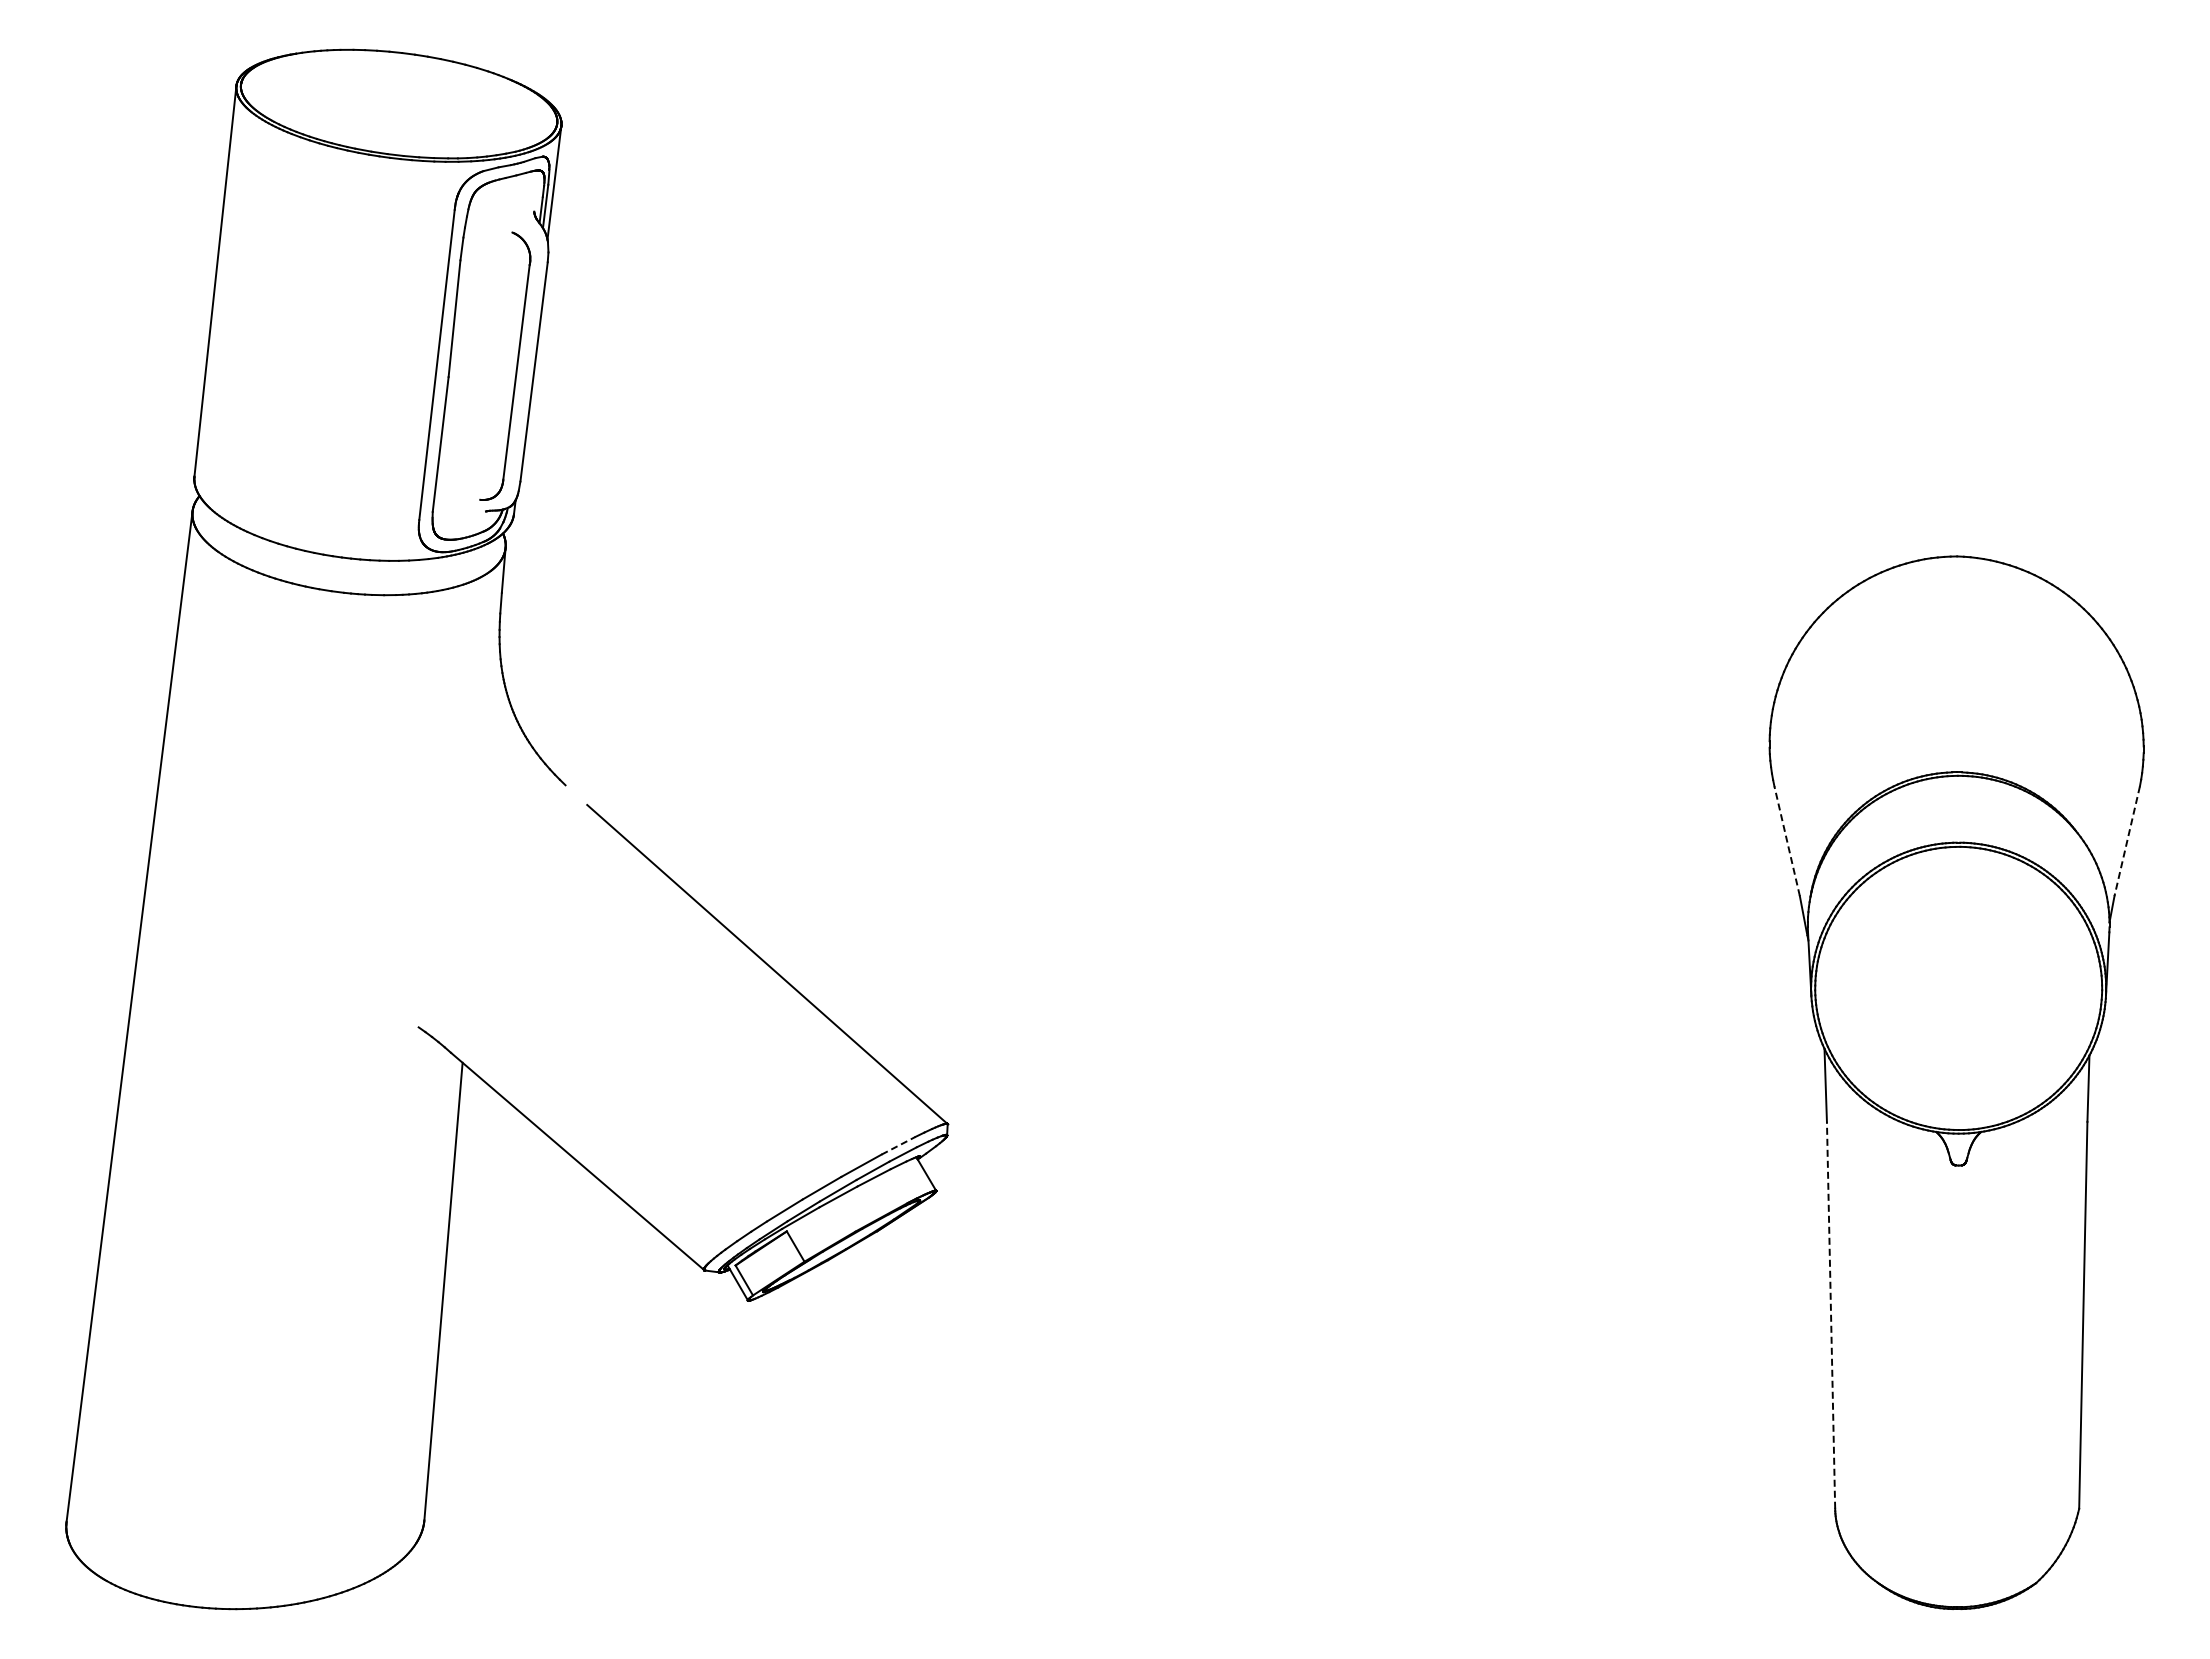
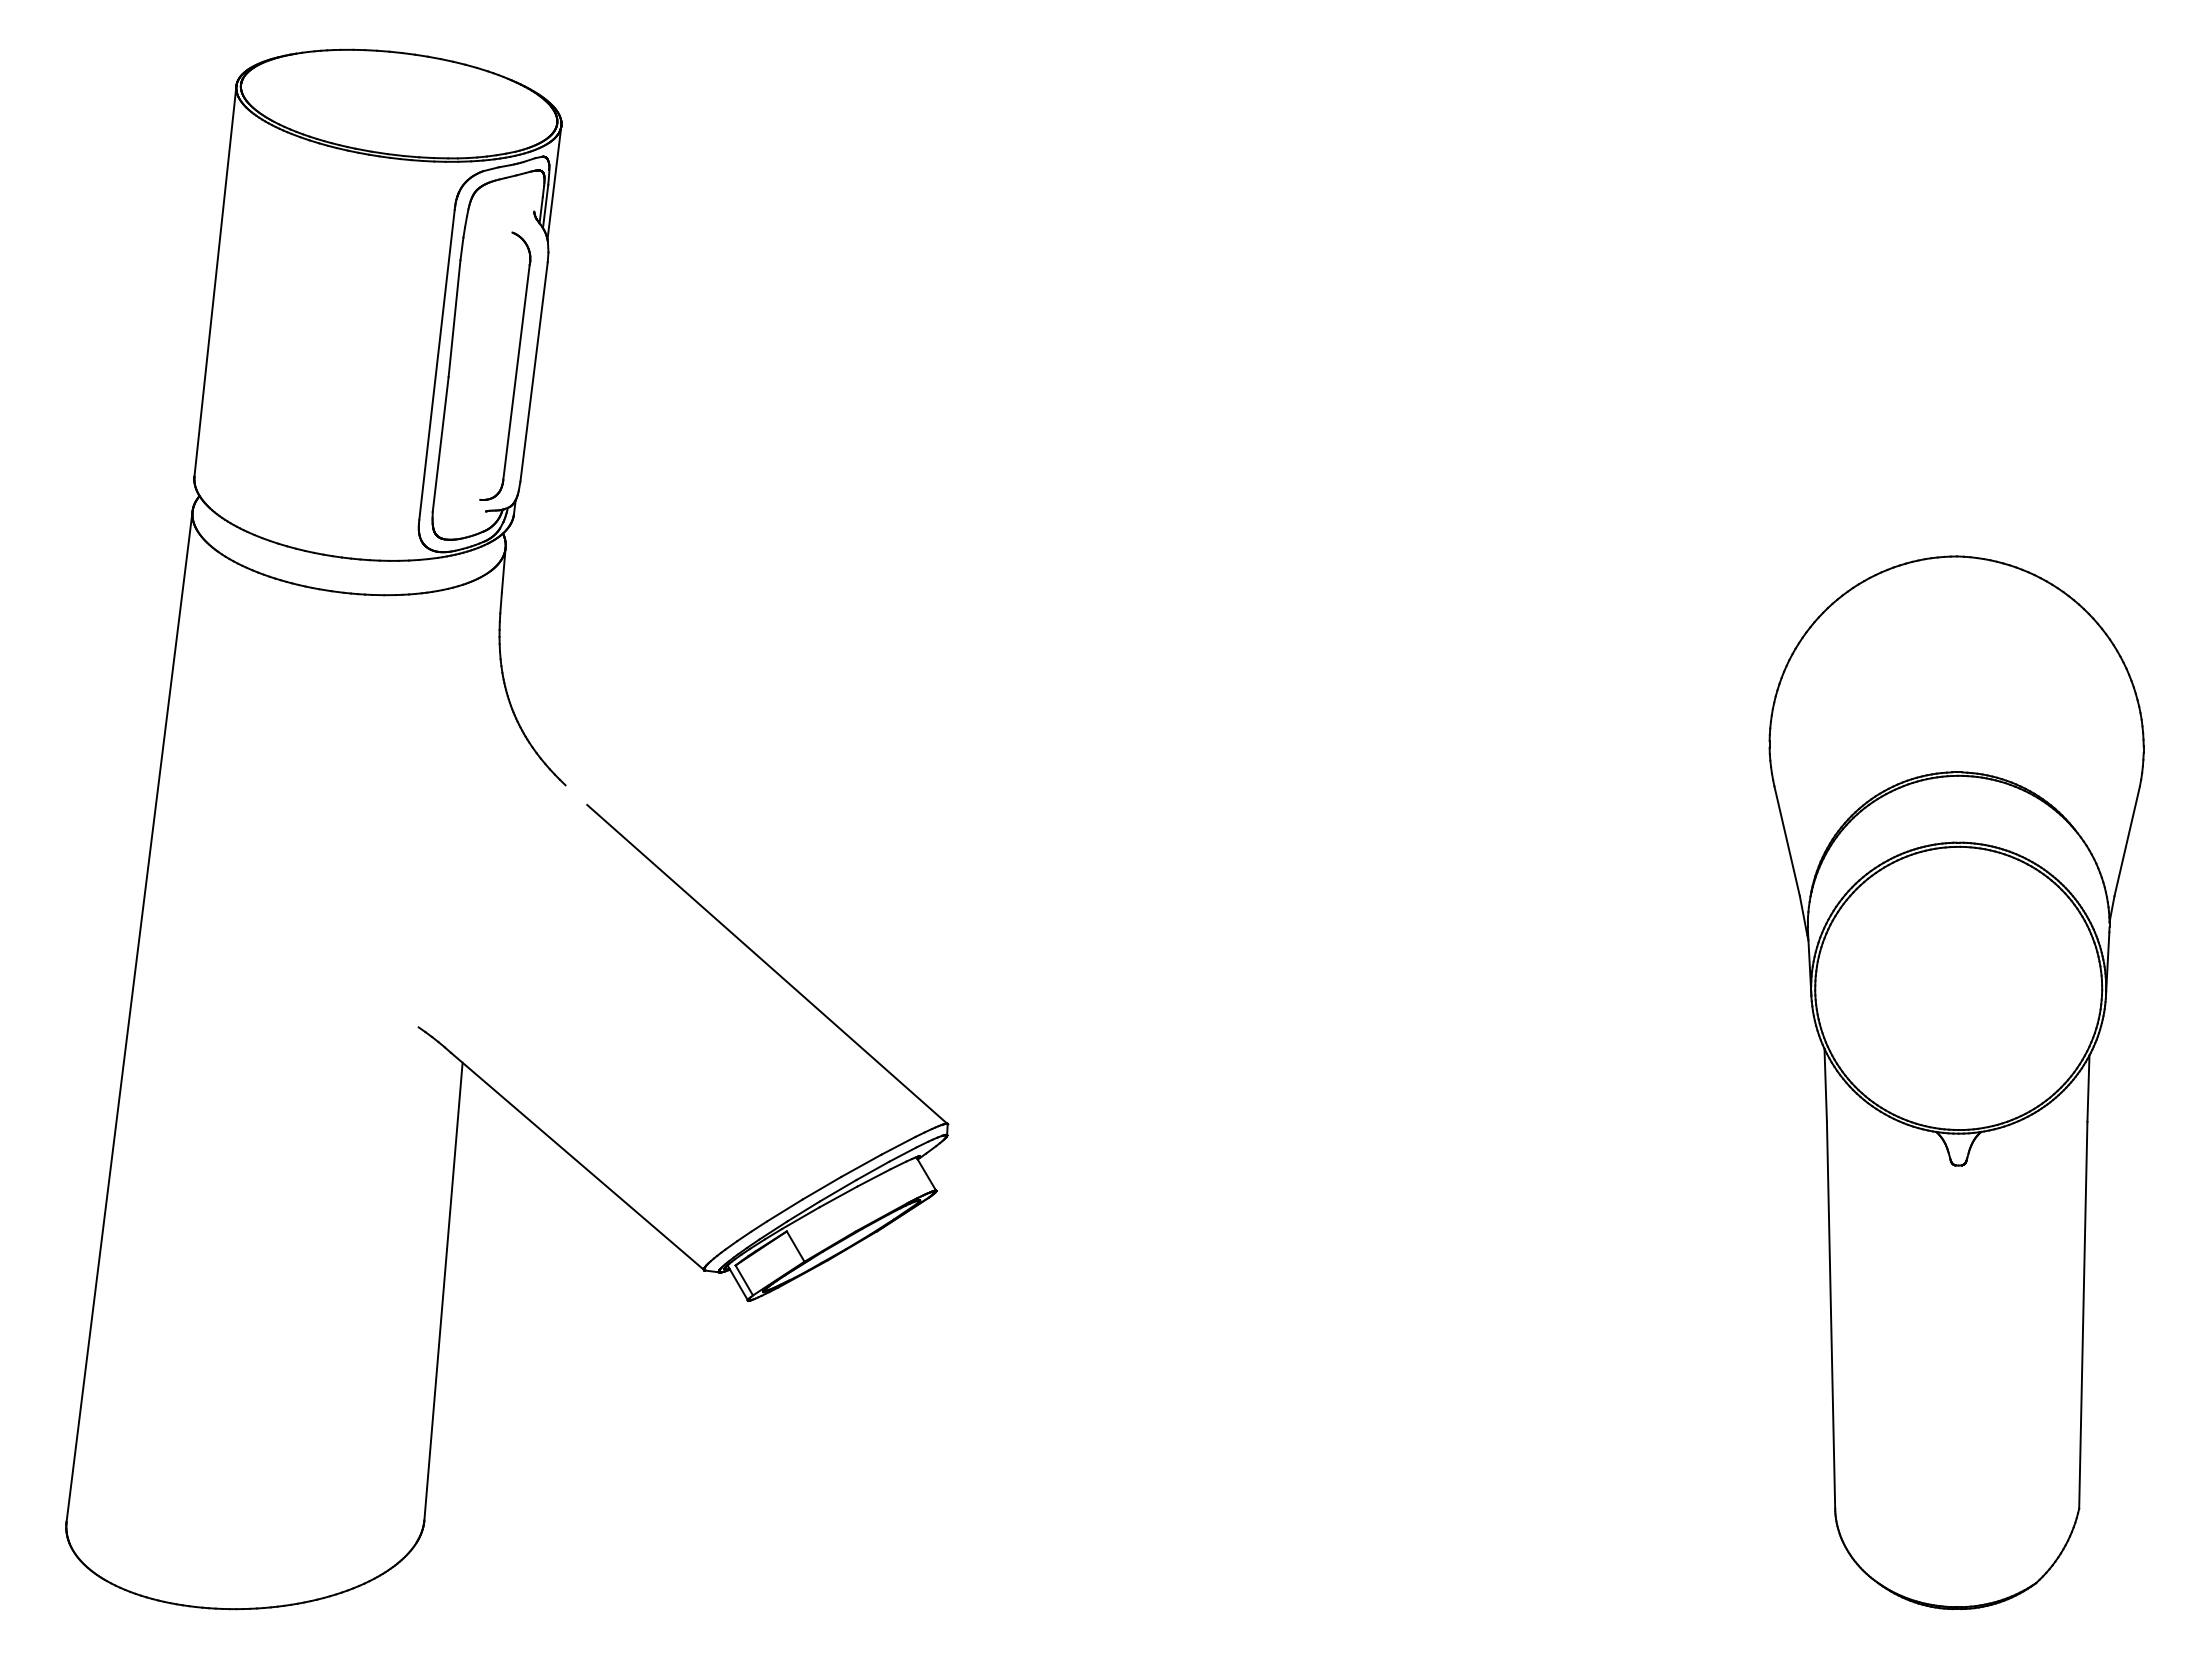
line at (1787, 840): dashed -> solid
line at (2127, 841): dashed -> solid
line at (898, 1145): dashed -> solid
line at (1831, 1314): dashed -> solid
